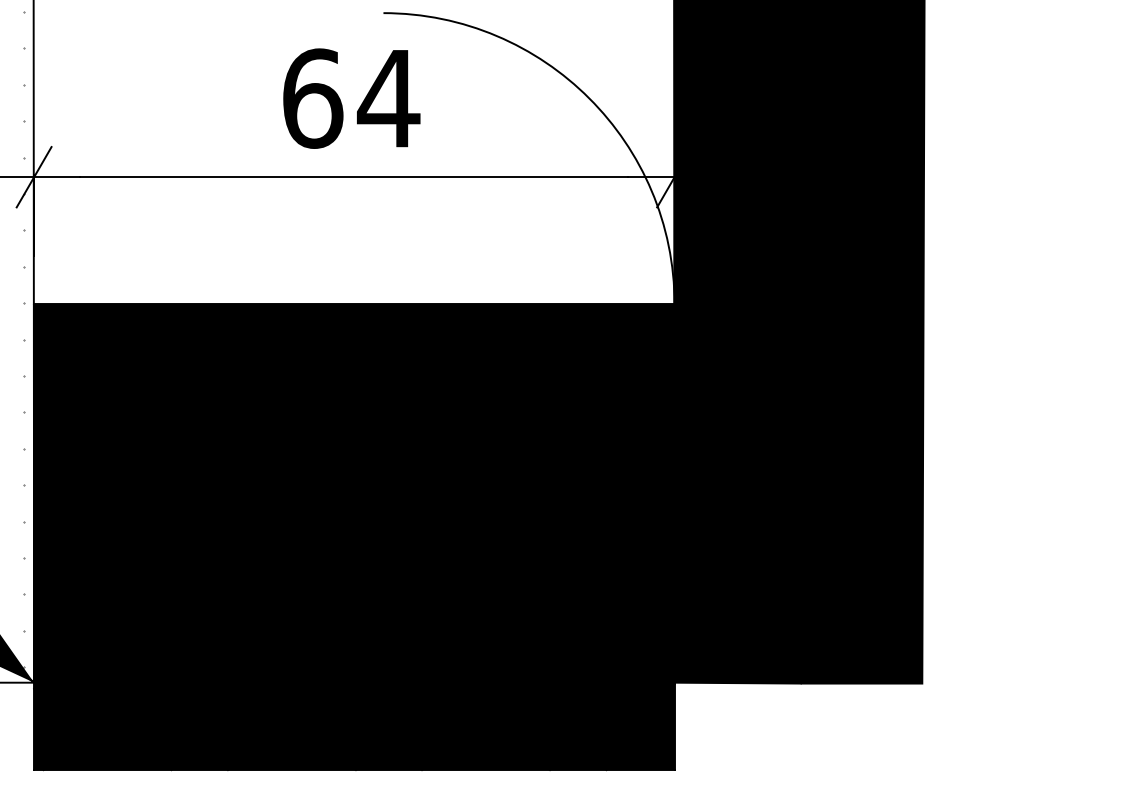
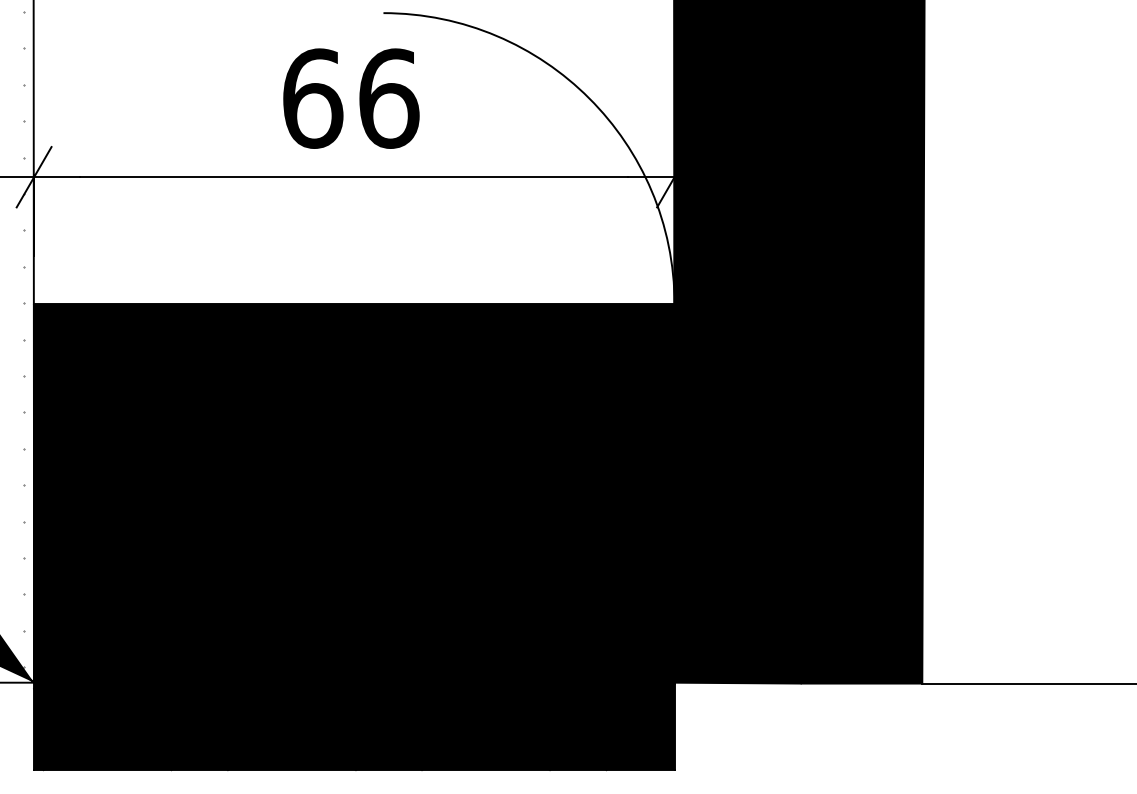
text at (388, 98): 64 -> 66
line at (1027, 683): none -> present
